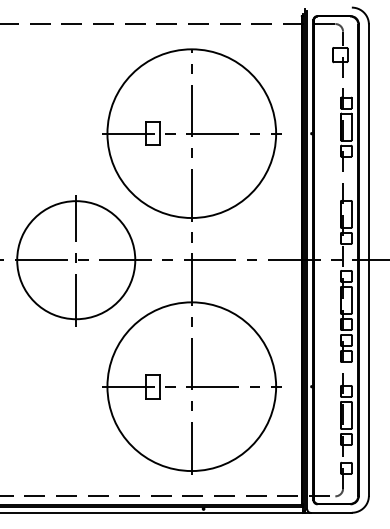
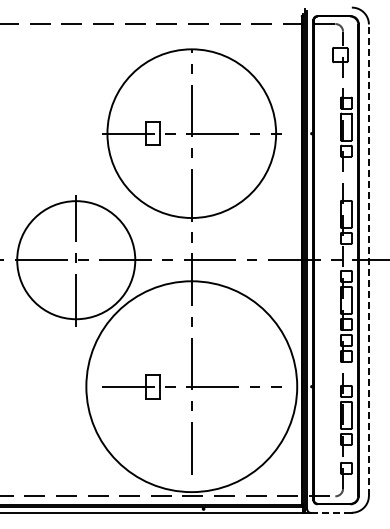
line at (368, 260): solid -> dashed
circle at (191, 386) diameter: 169 px -> 211 px
line at (331, 512): solid -> dashed
